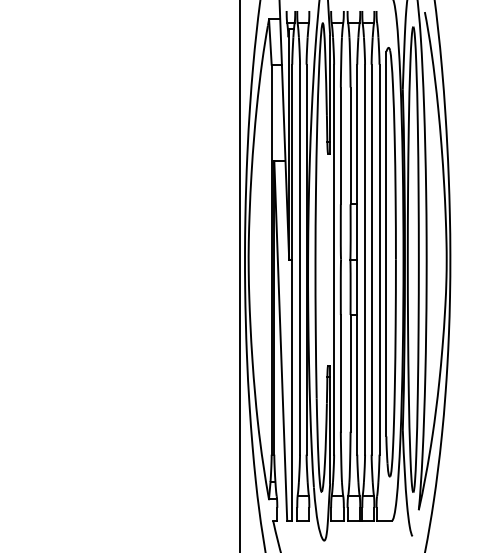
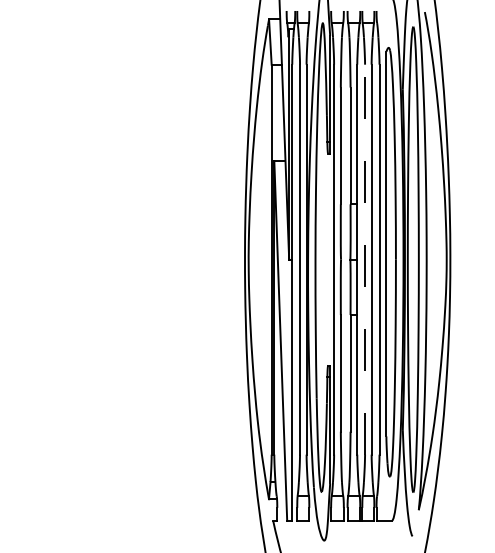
line at (365, 259): solid -> dashed
line at (239, 275): present -> none
